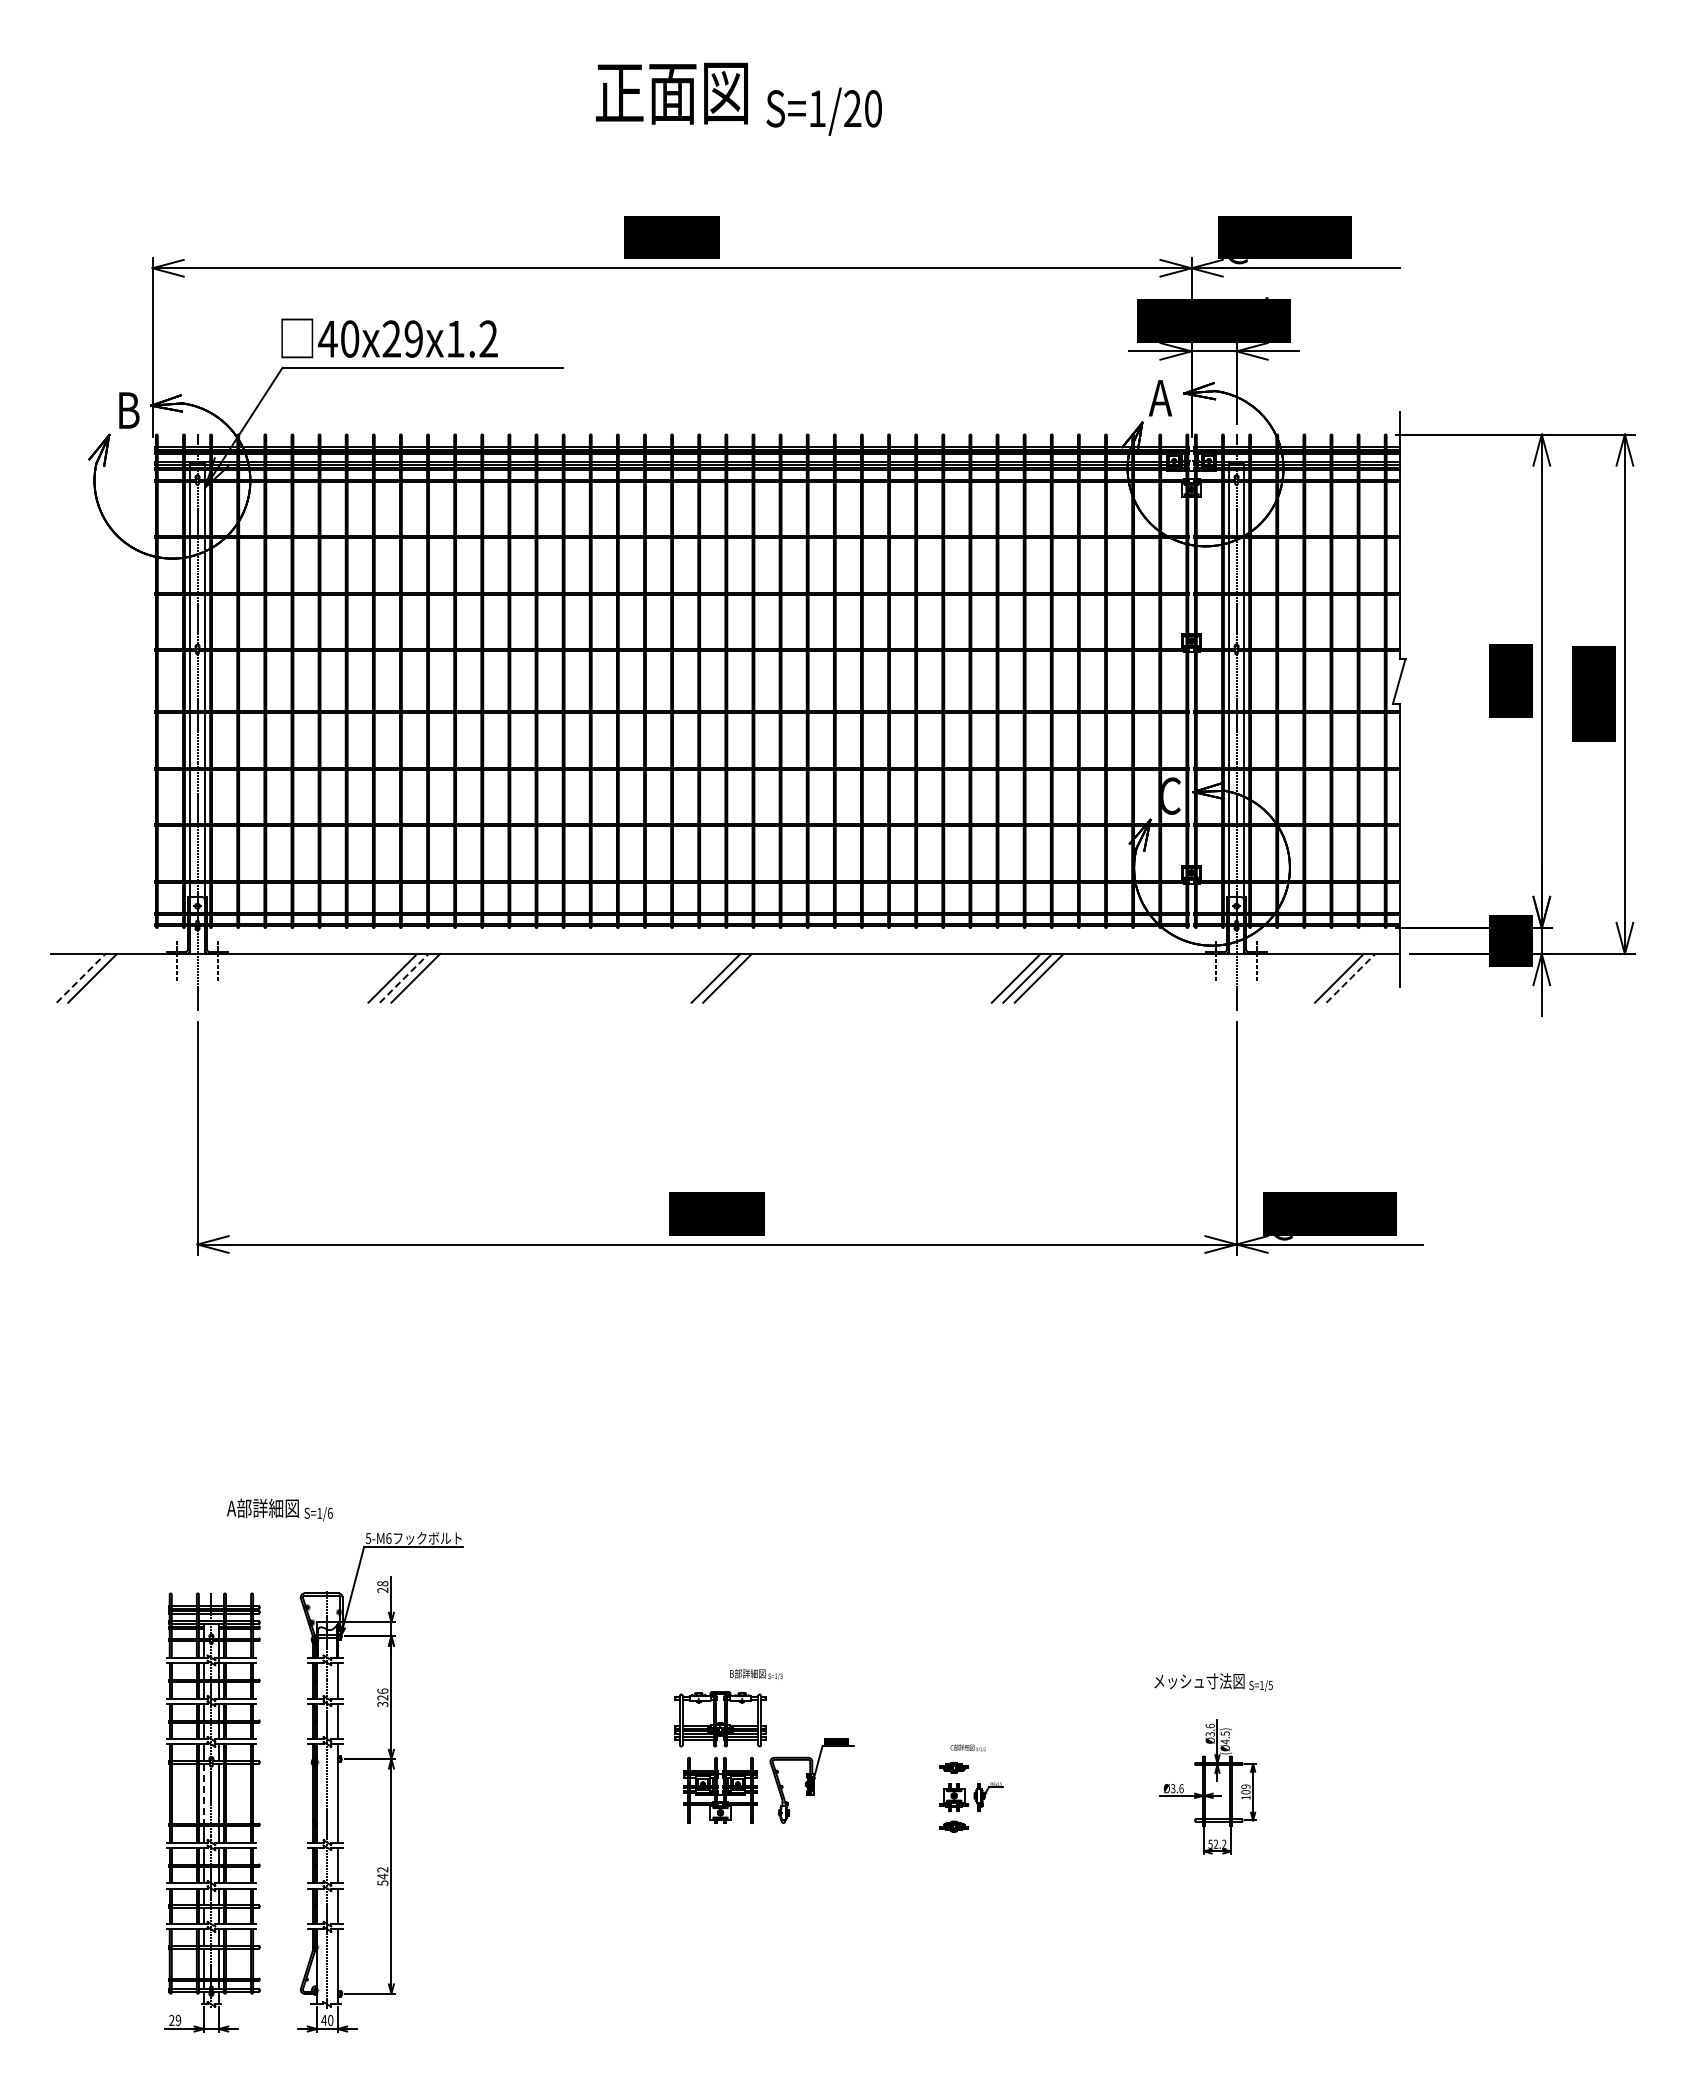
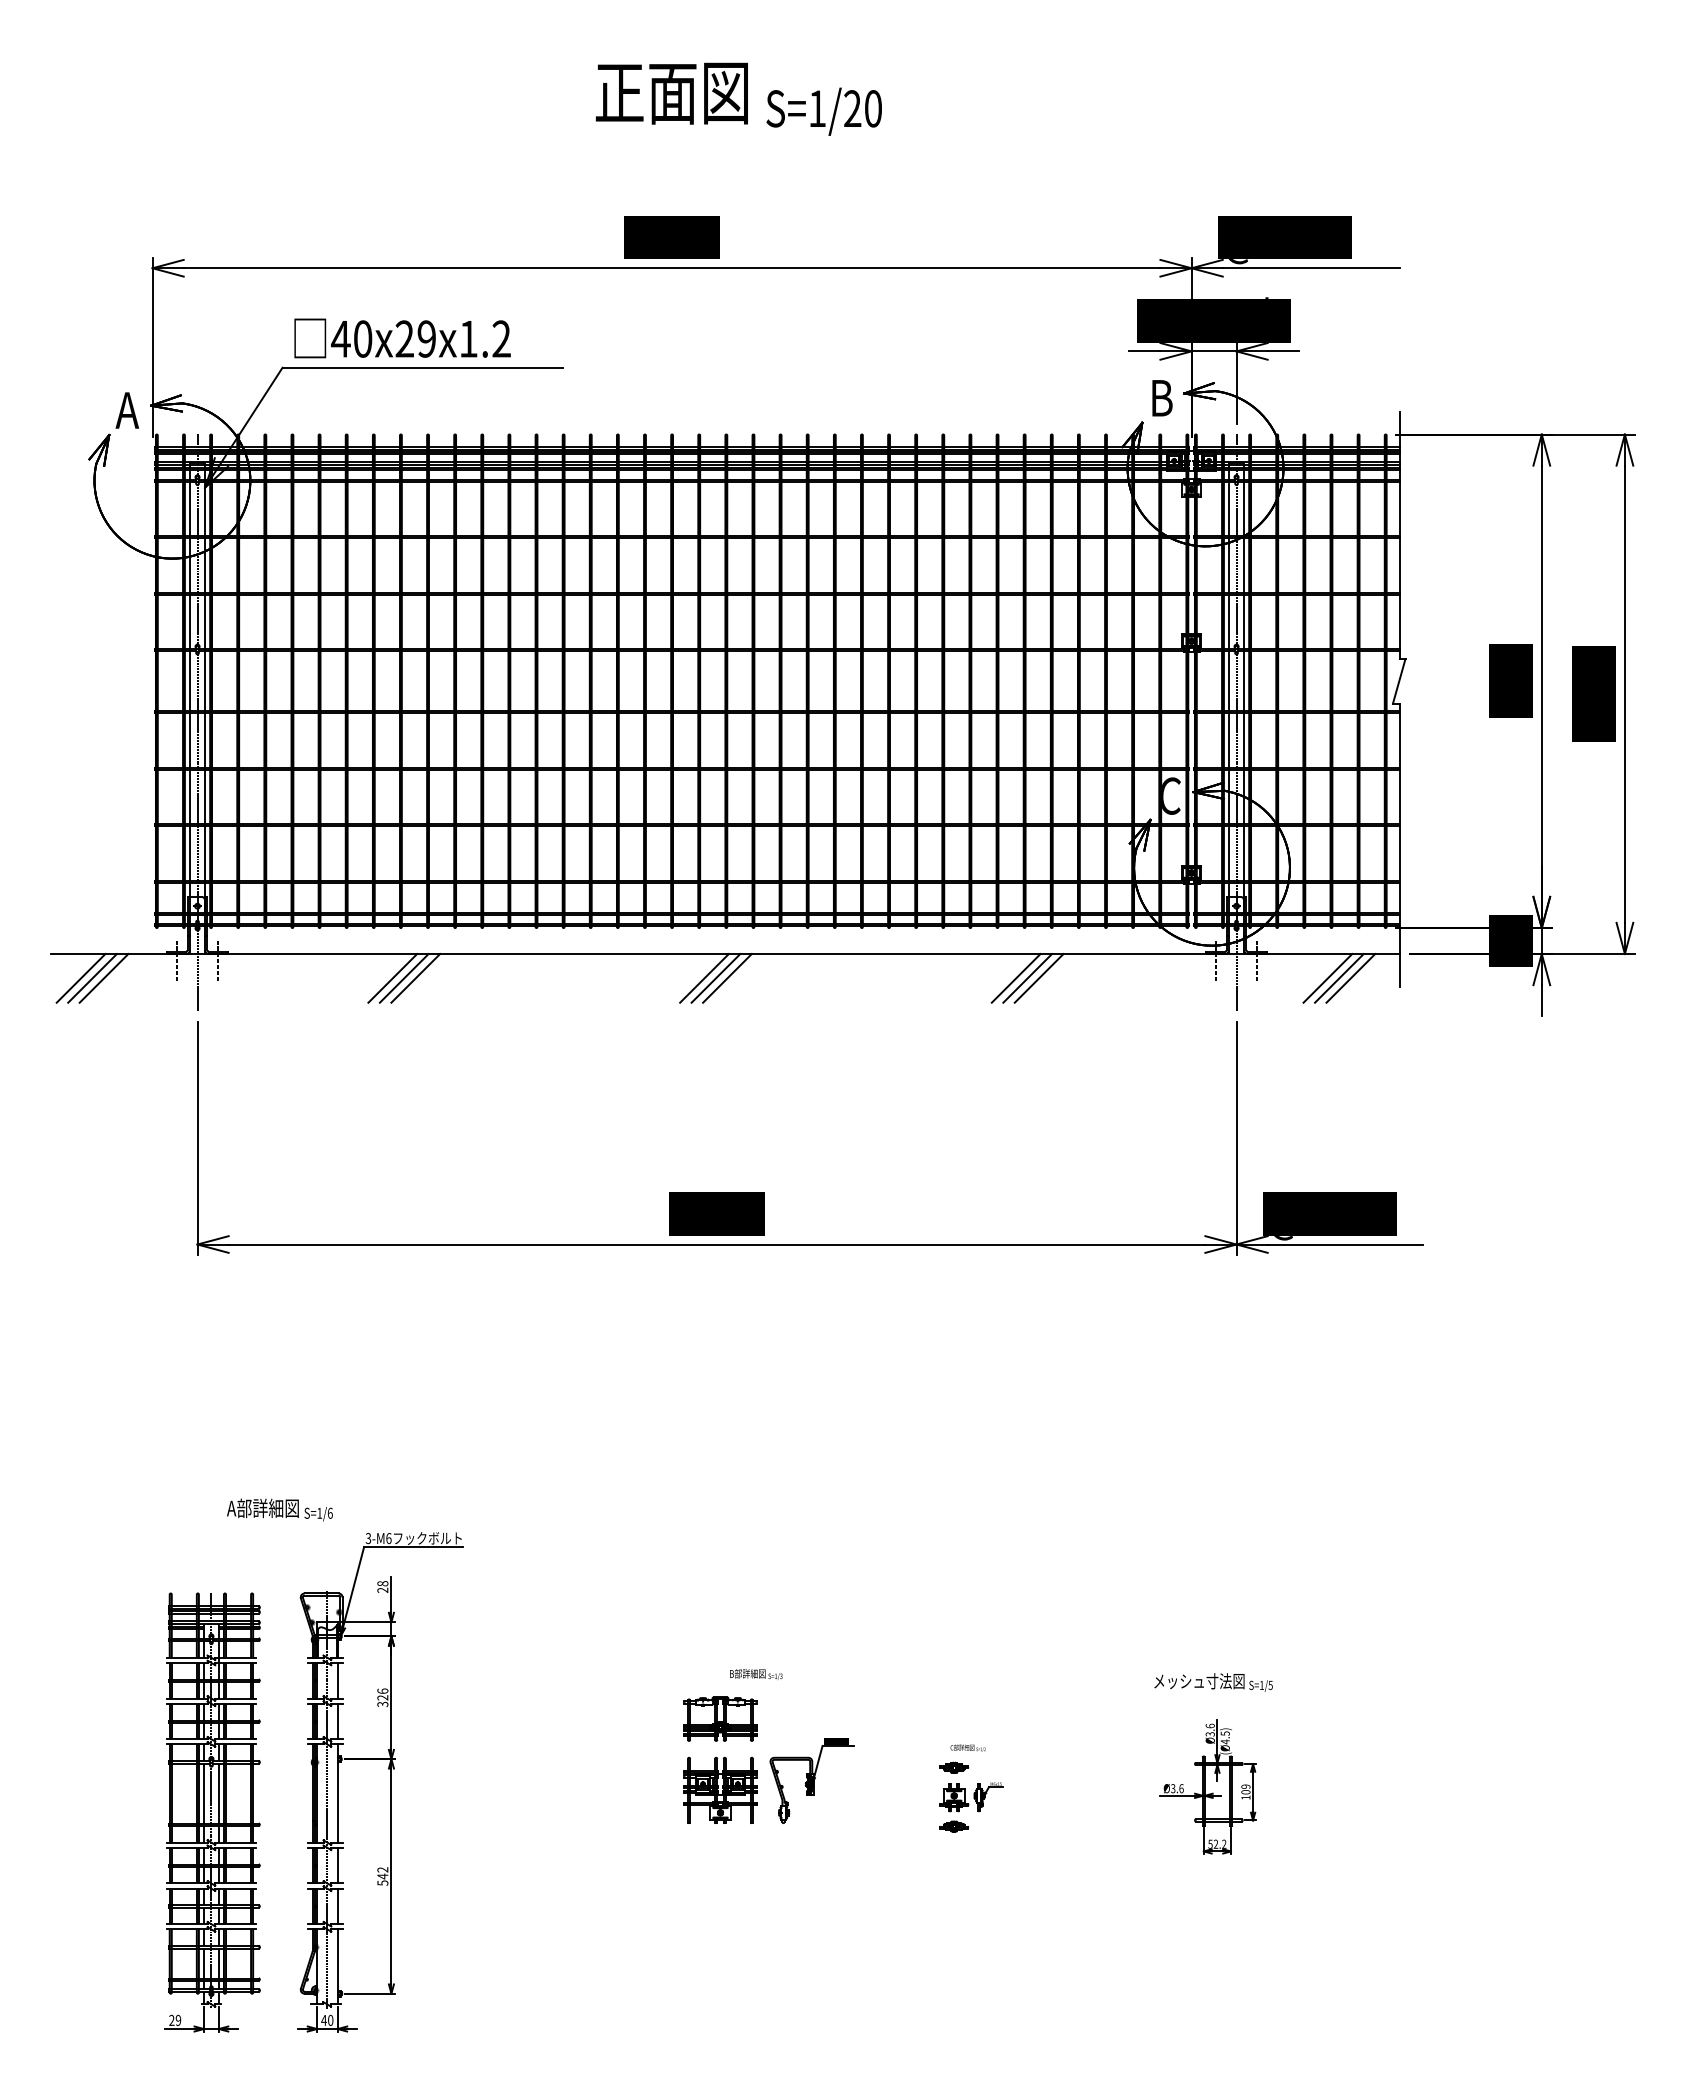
text at (389, 338) position: (389, 338) -> (402, 338)
text at (1160, 398): A -> B
text at (127, 410): B -> A
line at (81, 978): dashed -> solid
line at (103, 978): none -> present
line at (404, 978): dashed -> solid
line at (704, 978): none -> present
line at (1327, 978): none -> present
line at (1351, 978): dashed -> solid
text at (368, 1538): 5-M6 -> 3-M6
part at (720, 1719) size: 93x57 px -> 75x46 px
line at (203, 1794): dashed -> solid
